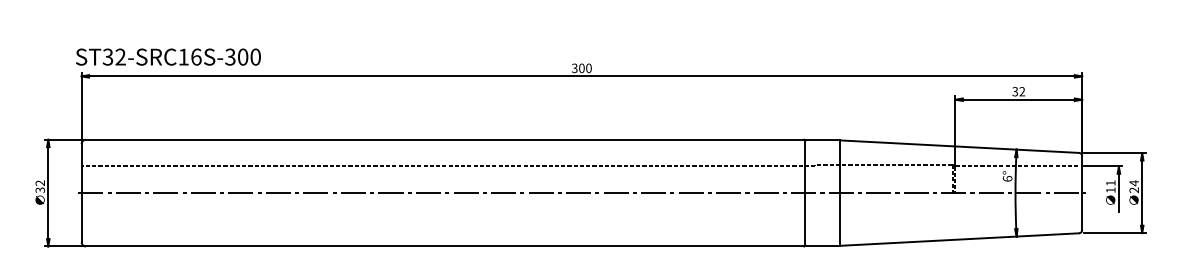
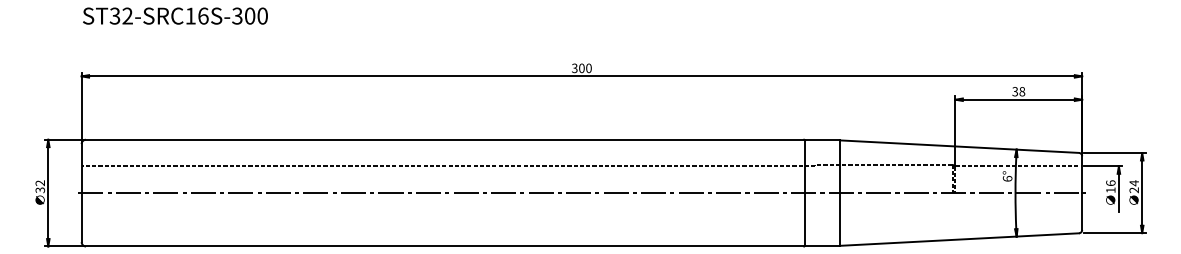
text at (168, 56) position: (168, 56) -> (175, 15)
text at (1022, 91): 32 -> 38
text at (1110, 182): 11 -> 16
